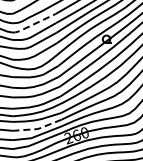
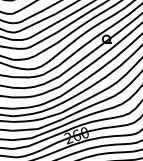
line at (33, 24): dashed -> solid
line at (38, 129): dashed -> solid
